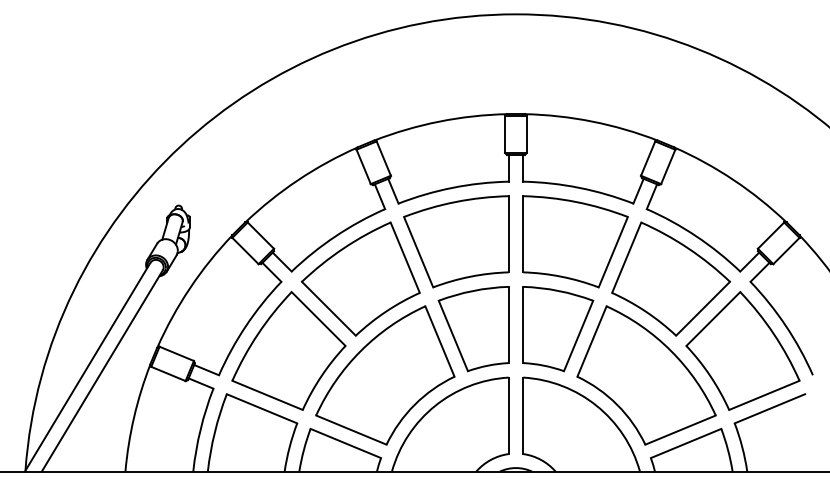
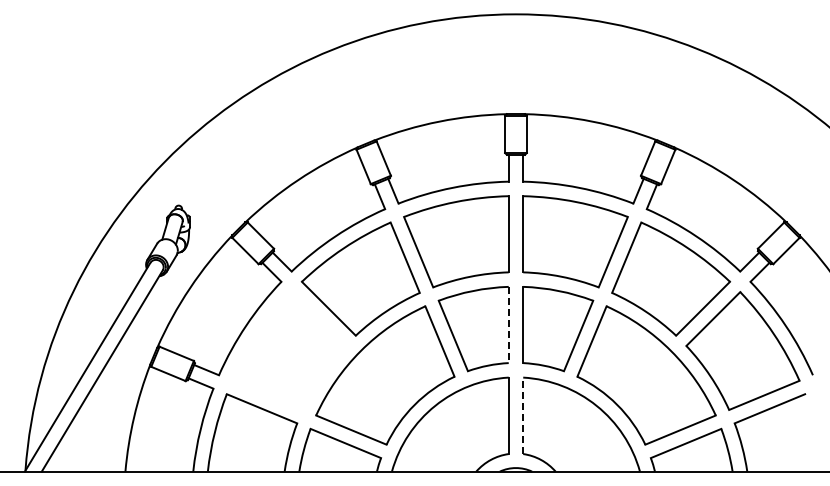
line at (508, 325): solid -> dashed
part at (288, 350): present -> none
line at (523, 415): solid -> dashed
